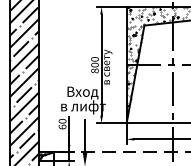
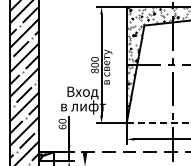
line at (158, 123): solid -> dashed
line at (85, 135): present -> none
